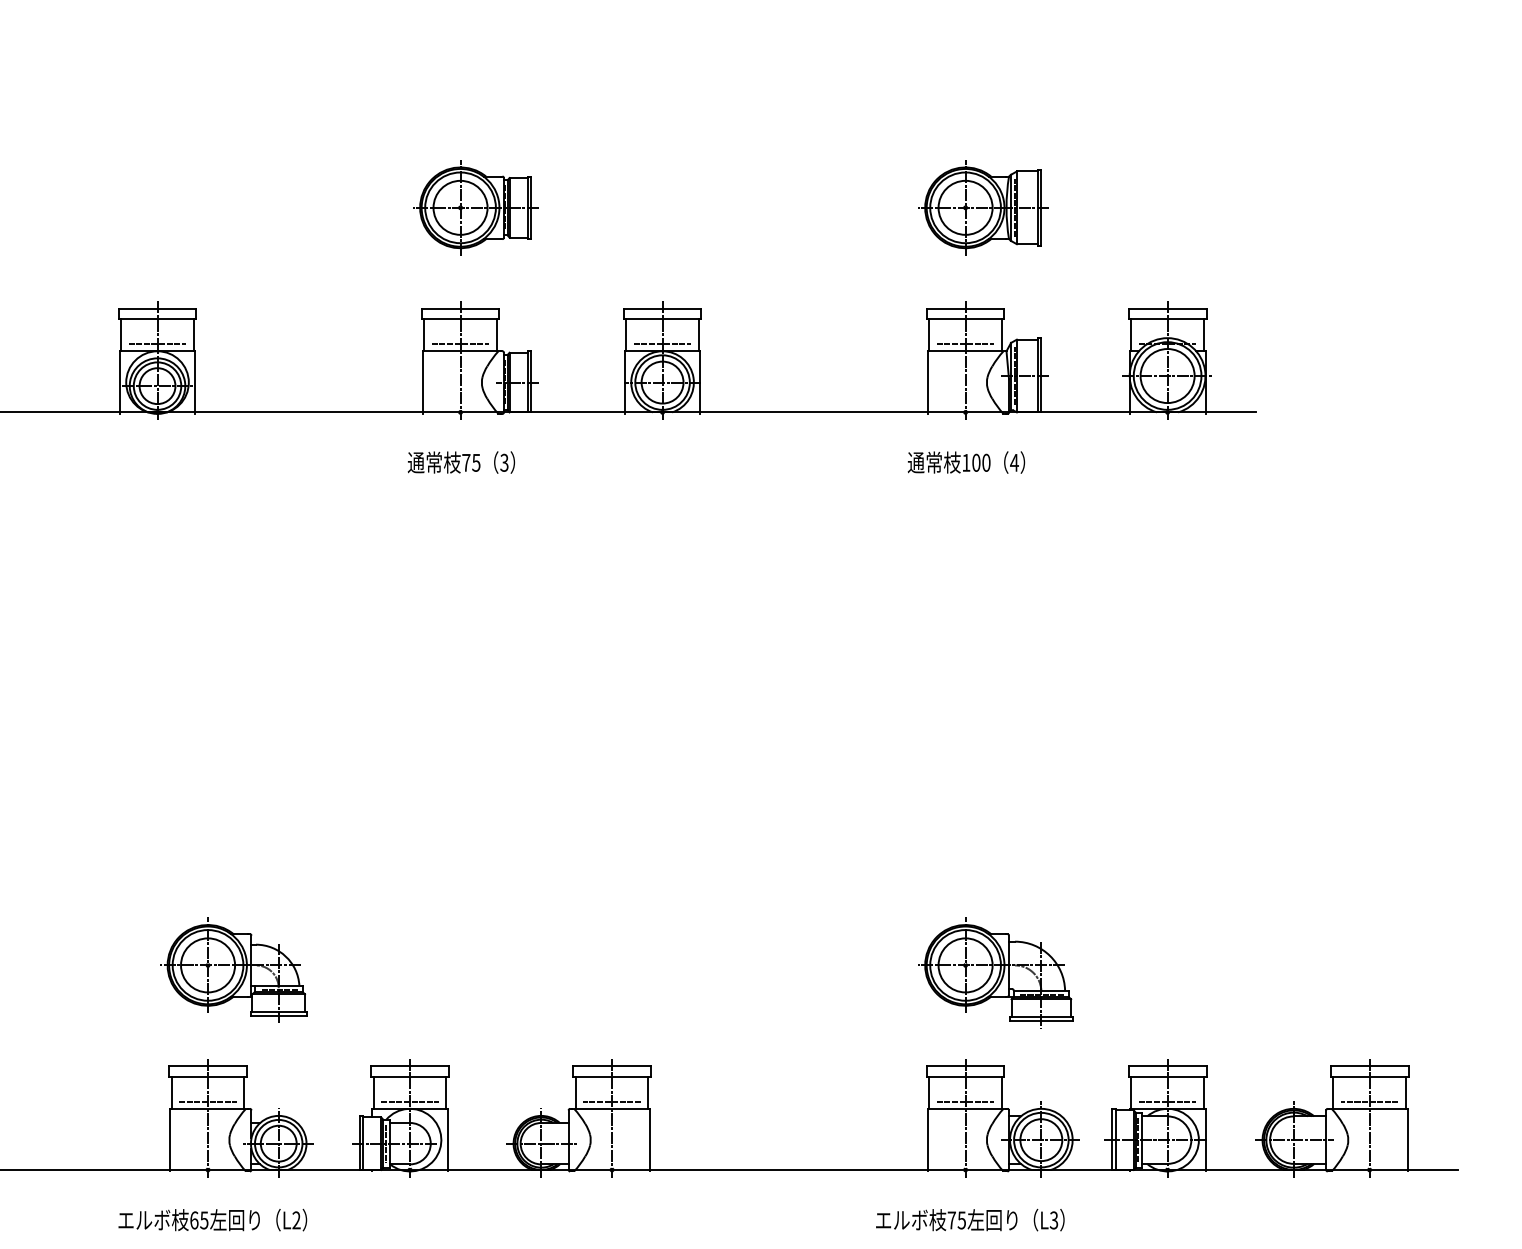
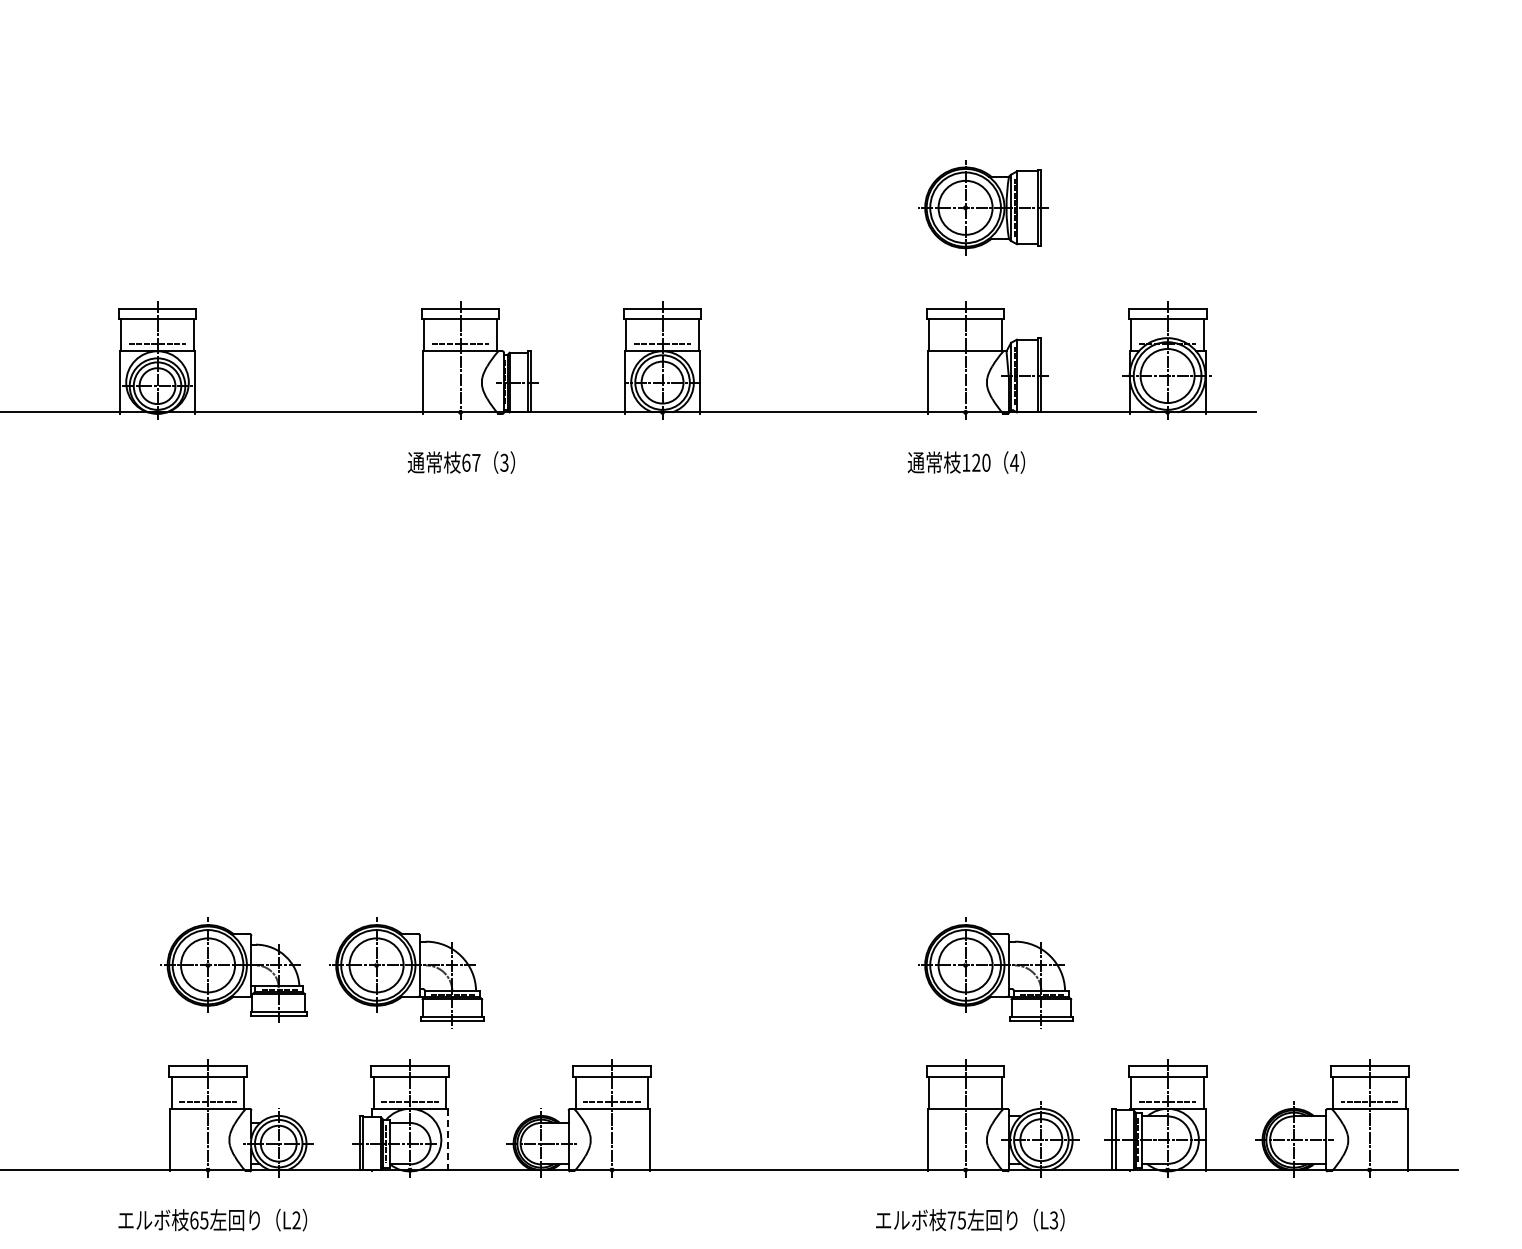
part at (475, 207): present -> none
line at (965, 344): present -> none
text at (471, 462): 75 -> 67
text at (976, 462): 100 -> 120
part at (406, 972): none -> present
line at (965, 1101): present -> none
line at (447, 1140): solid -> dashed
